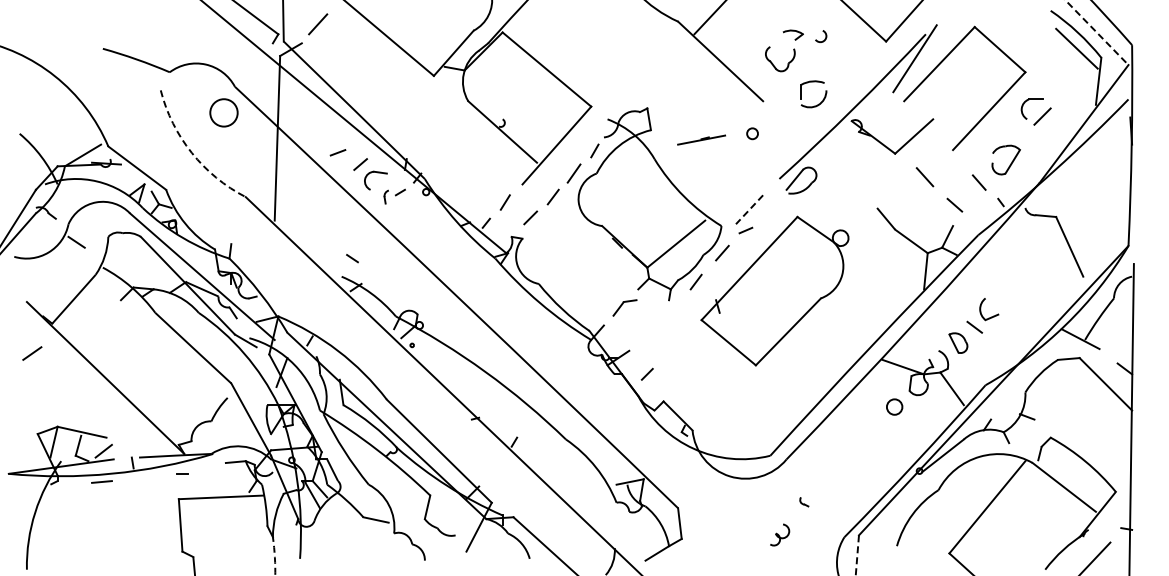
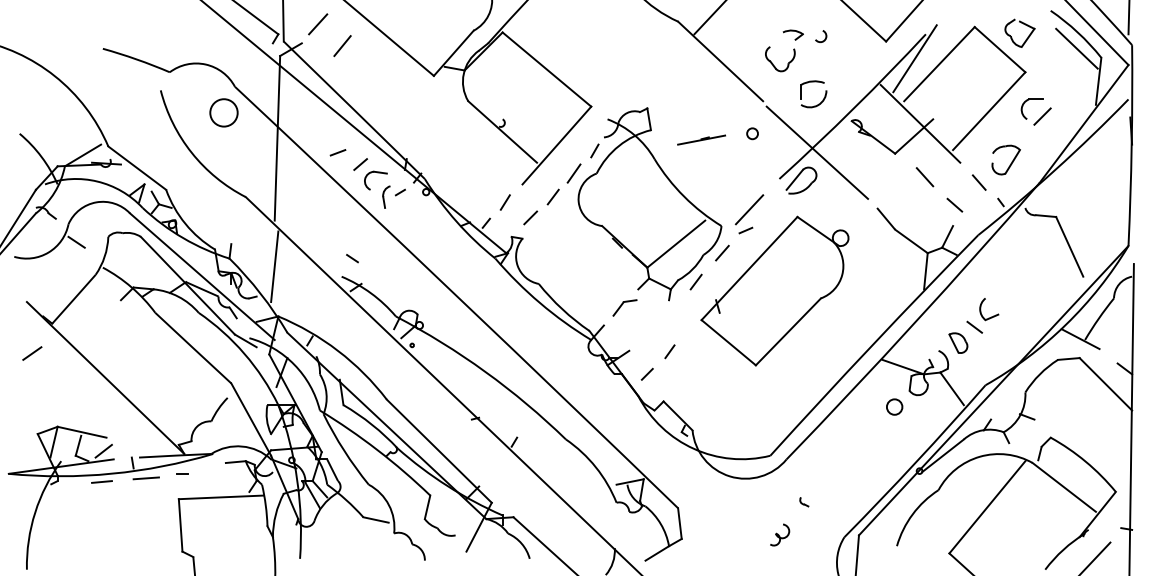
line at (1128, 18): none -> present
line at (1097, 32): dashed -> solid
part at (1012, 37): none -> present
line at (342, 46): none -> present
line at (920, 123): none -> present
arc at (191, 152): dashed -> solid
line at (817, 152): none -> present
part at (385, 196) size: 6x16 px -> 9x24 px
line at (749, 209): dashed -> solid
line at (274, 266): none -> present
line at (669, 351): none -> present
line at (145, 478): none -> present
arc at (274, 556): dashed -> solid
line at (857, 556): dashed -> solid
